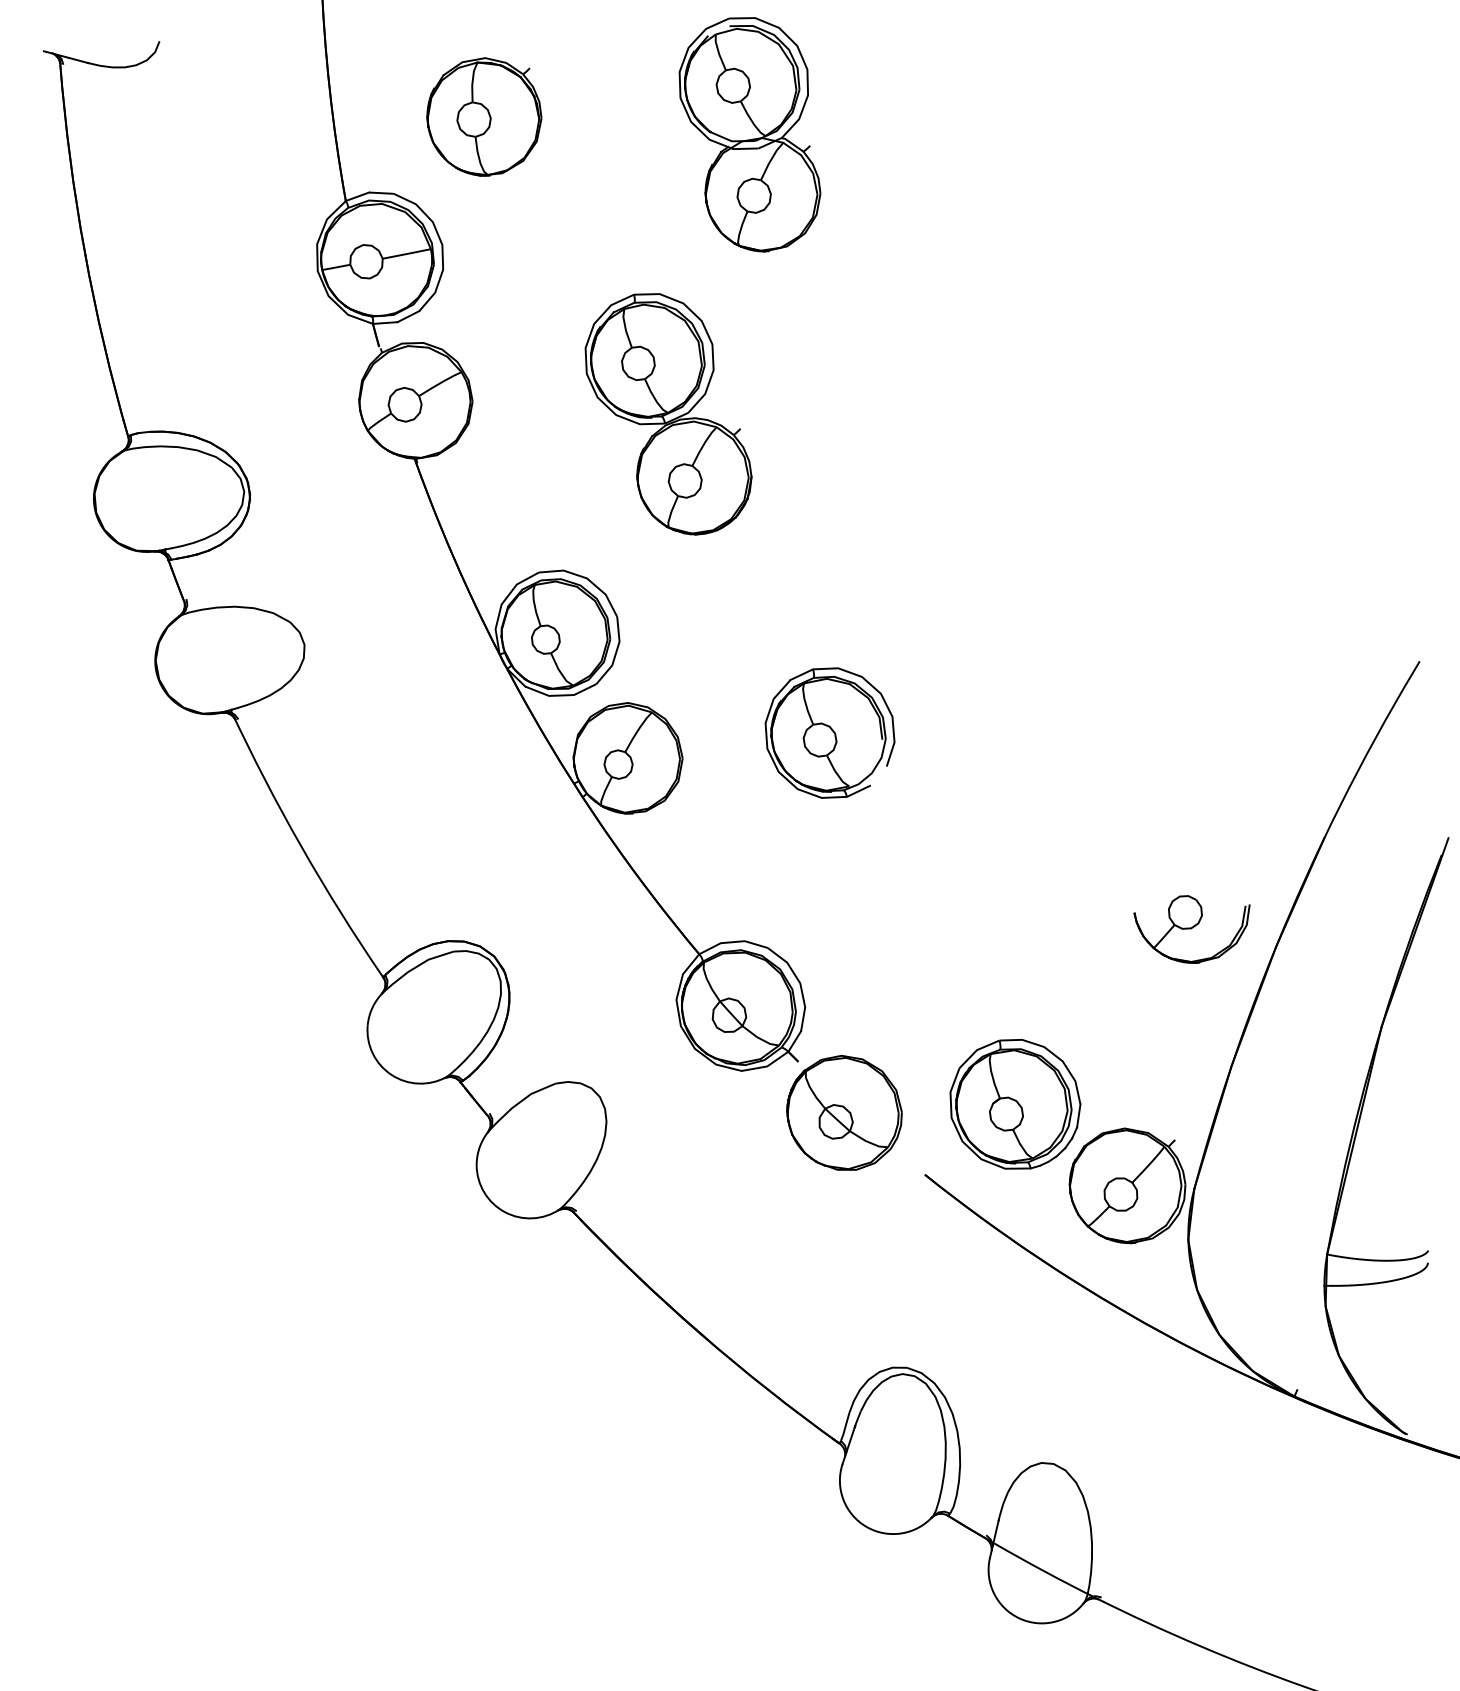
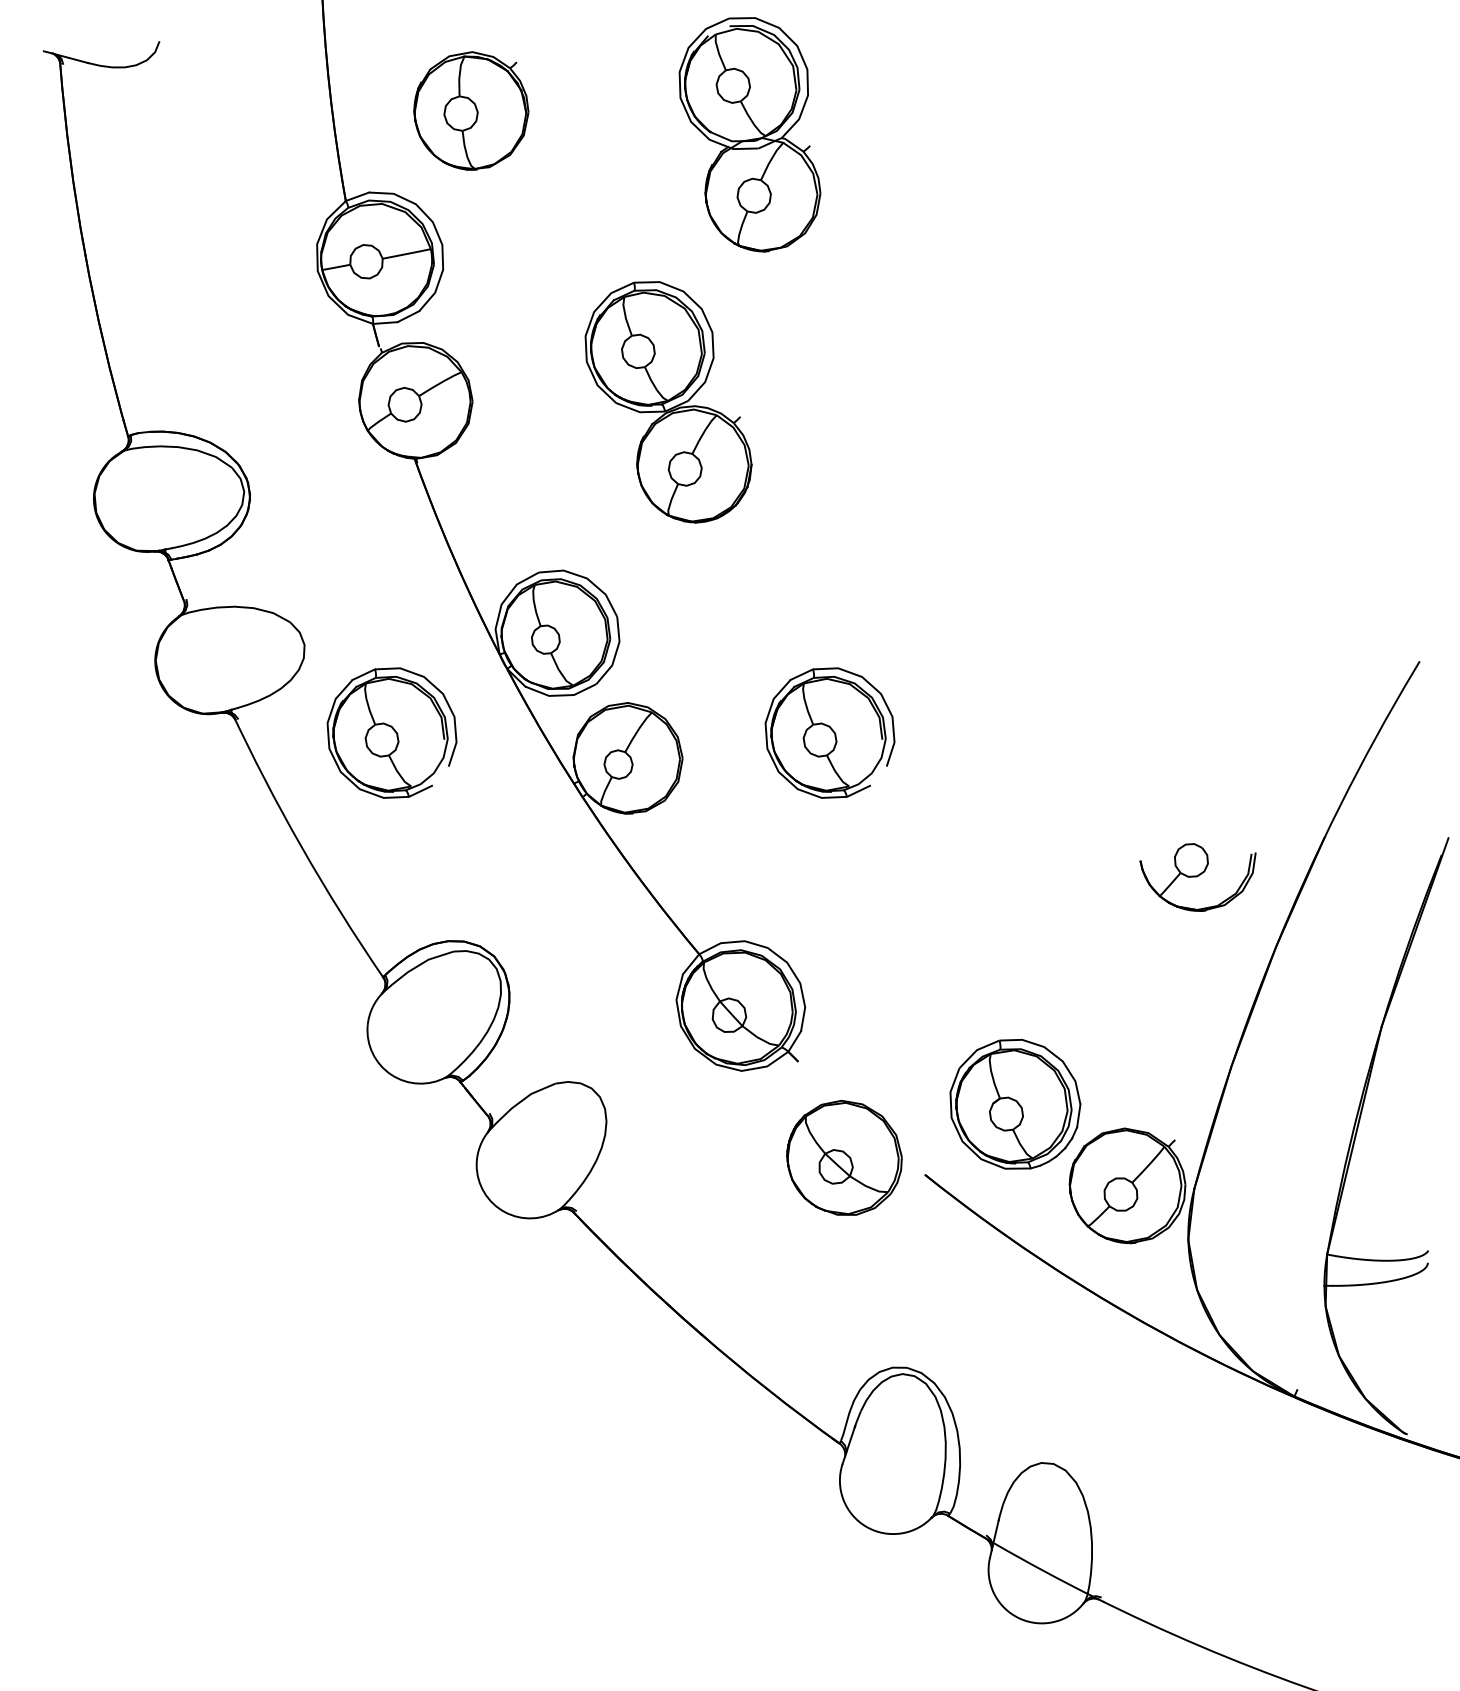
part at (484, 116) position: (484, 116) -> (471, 110)
part at (668, 414) position: (668, 414) -> (668, 402)
part at (391, 732): none -> present
part at (1191, 929) position: (1191, 929) -> (1197, 877)
part at (844, 1112) position: (844, 1112) -> (844, 1157)
